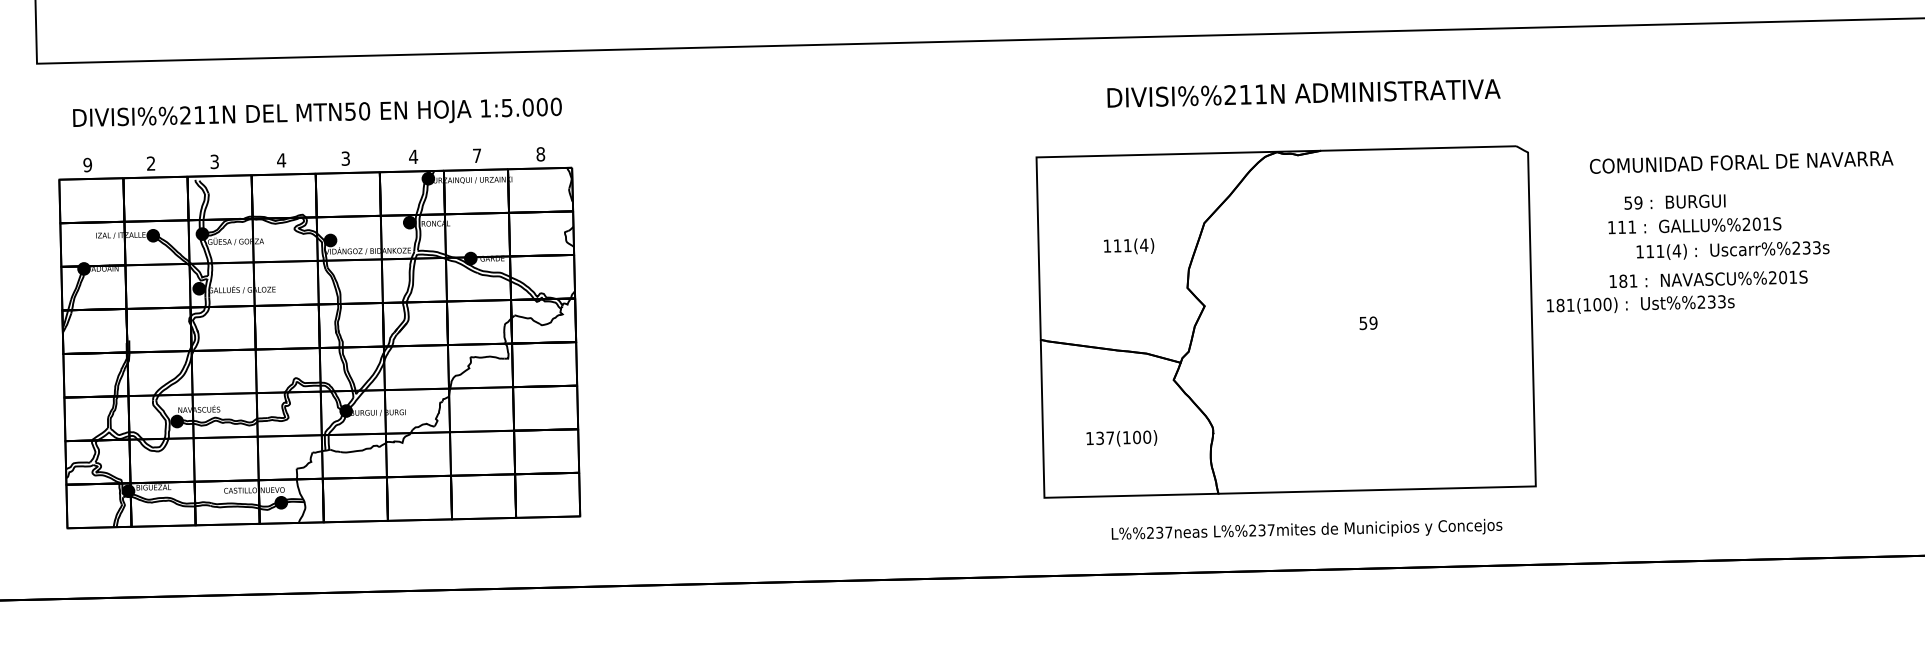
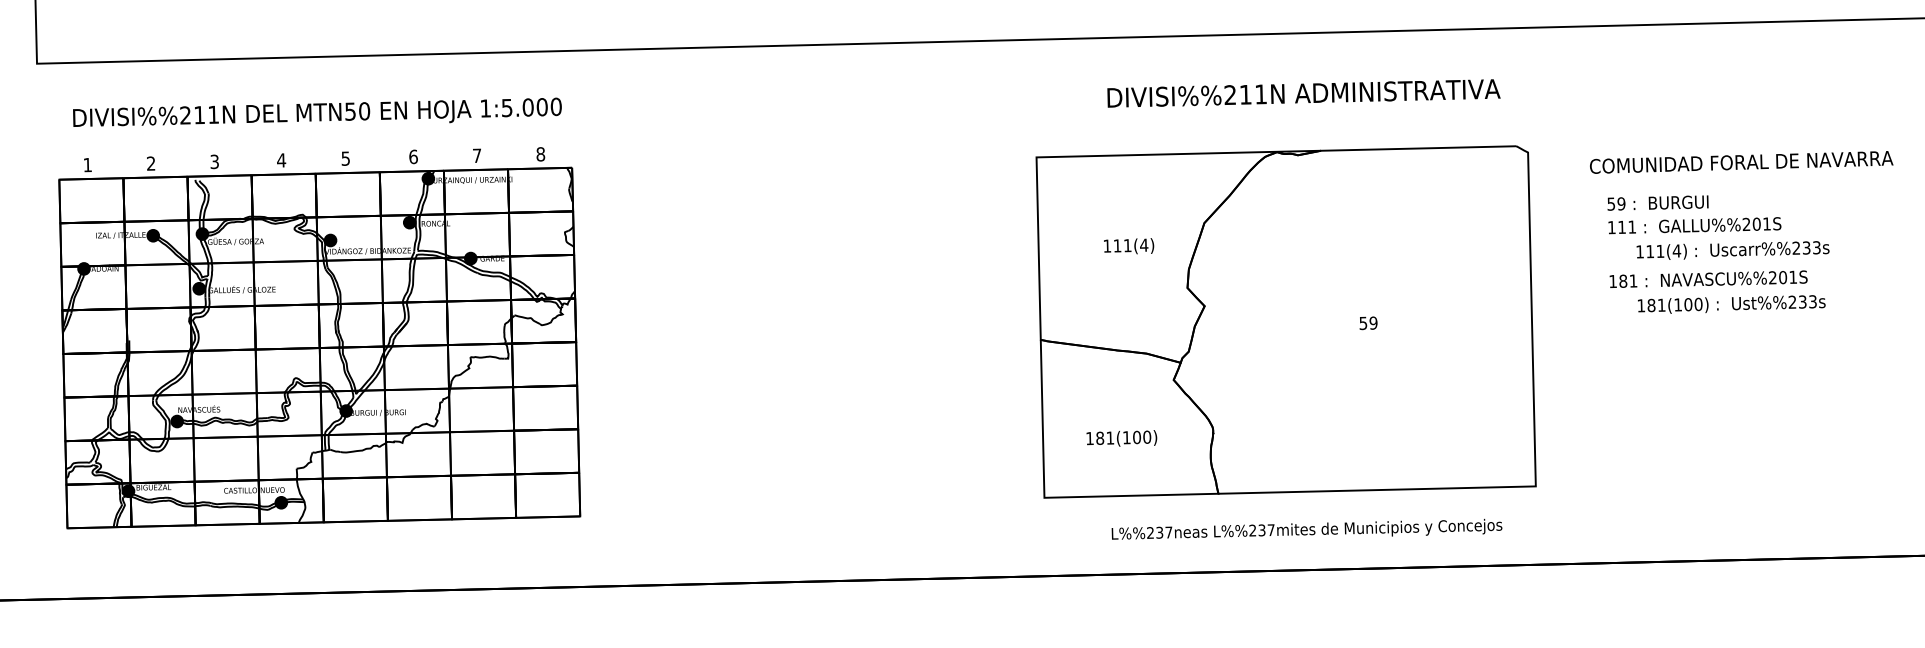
text at (413, 156): 4 -> 6
text at (345, 157): 3 -> 5
text at (87, 164): 9 -> 1
text at (1674, 201) position: (1674, 201) -> (1657, 202)
text at (1640, 304) position: (1640, 304) -> (1731, 304)
text at (1105, 437): 137(100) -> 181(100)
